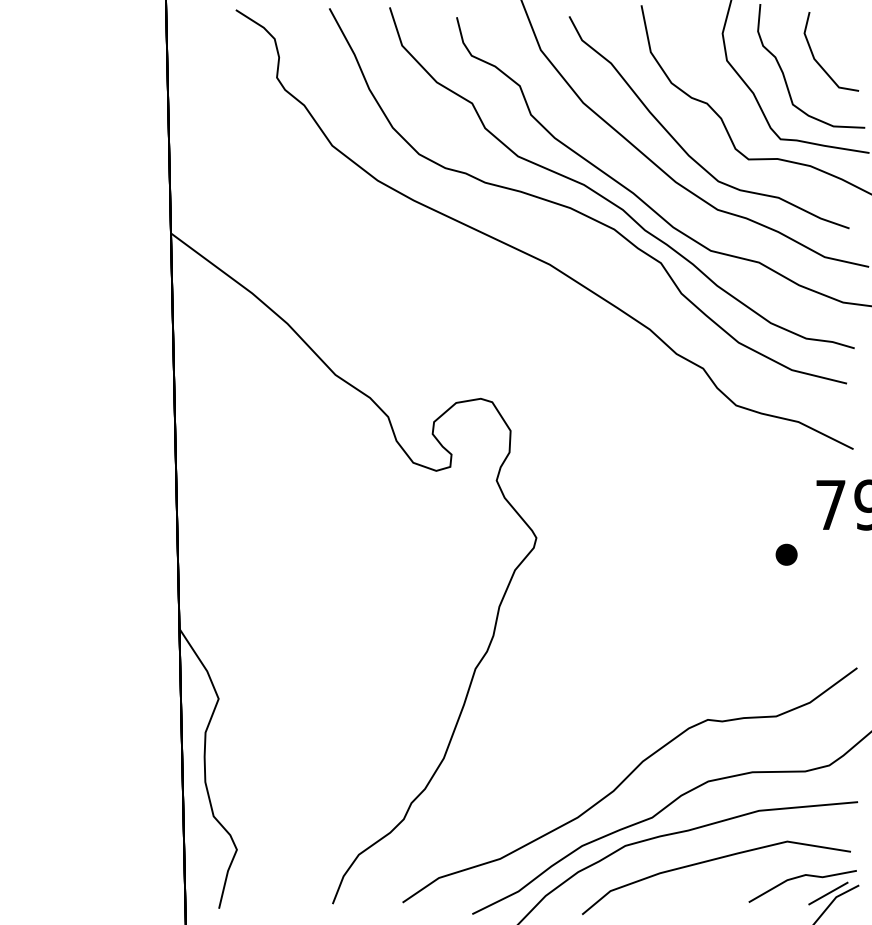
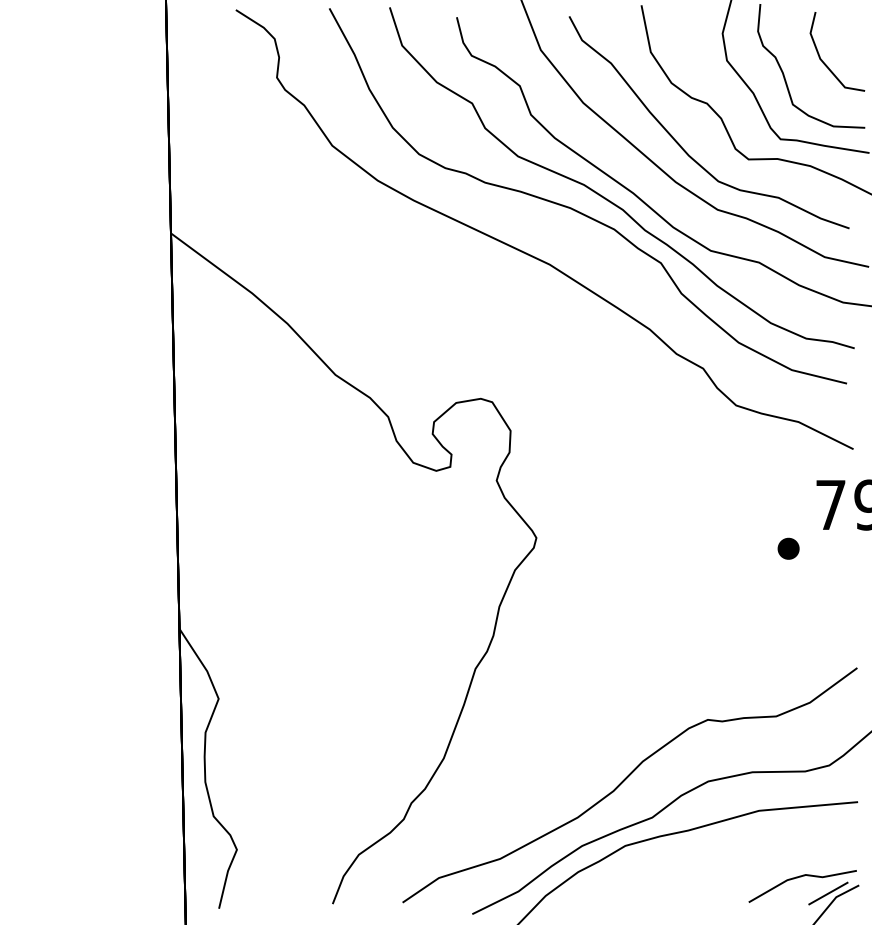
line at (819, 63) position: (819, 63) -> (825, 63)
part at (786, 554) position: (786, 554) -> (788, 548)
curve at (710, 861): present -> none
